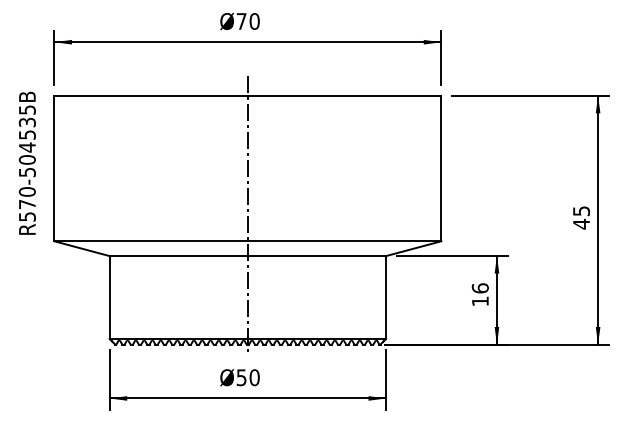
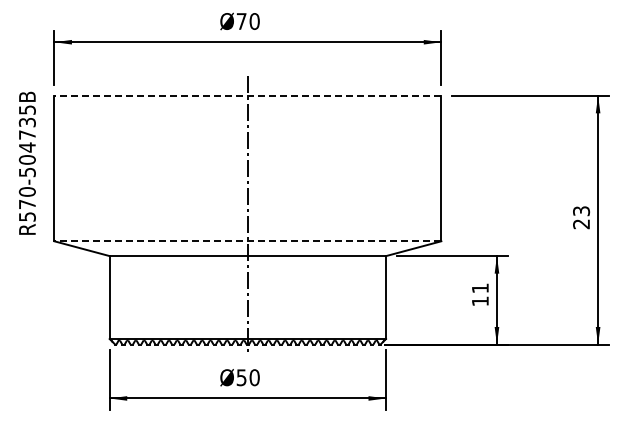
line at (247, 95): solid -> dashed
text at (27, 134): R570-504535B -> R570-504735B
text at (581, 217): 45 -> 23
line at (247, 241): solid -> dashed
text at (479, 288): 16 -> 11
